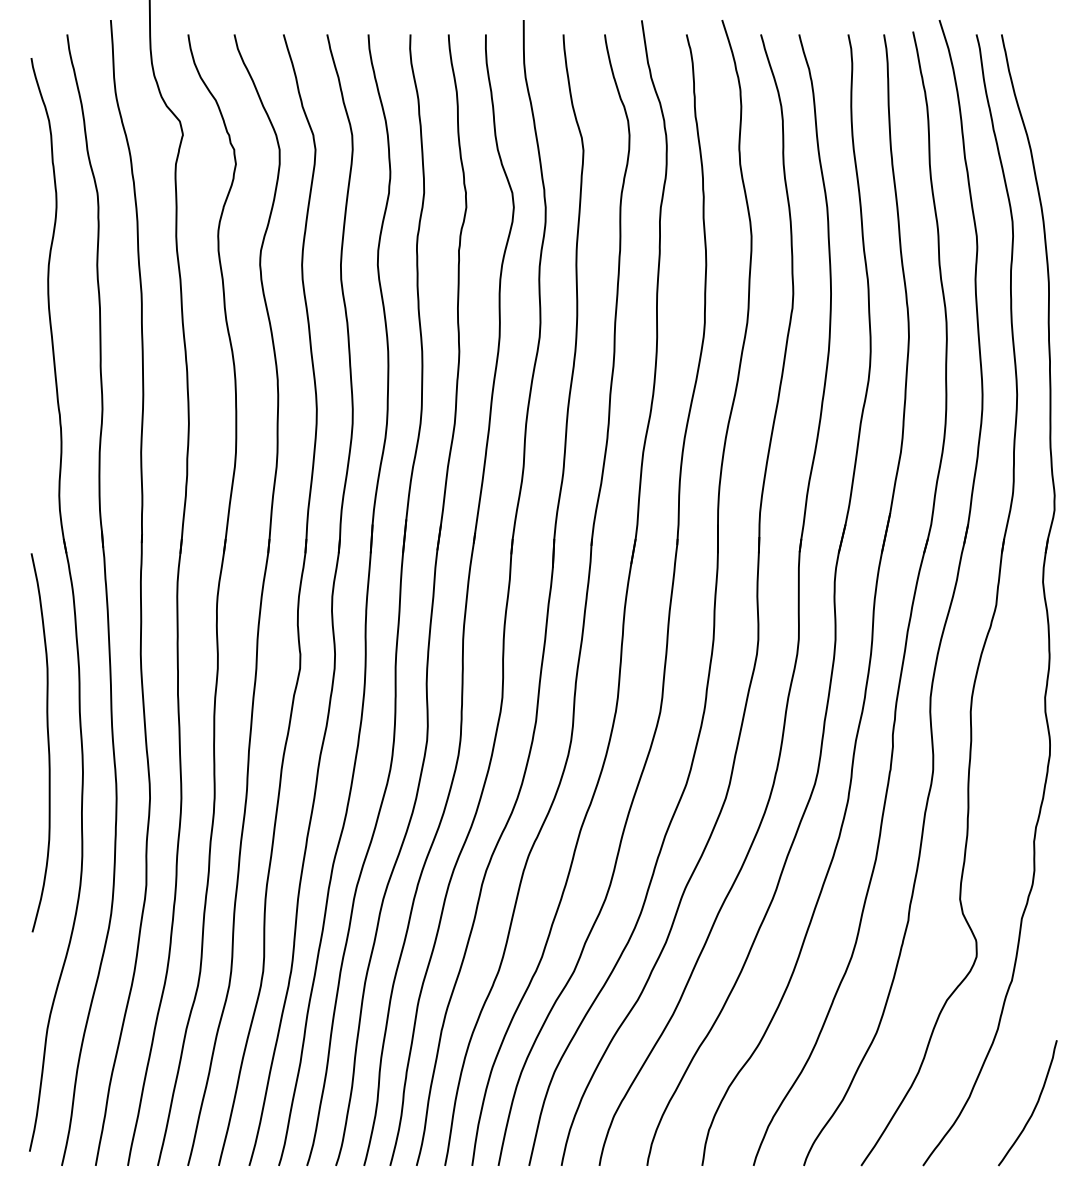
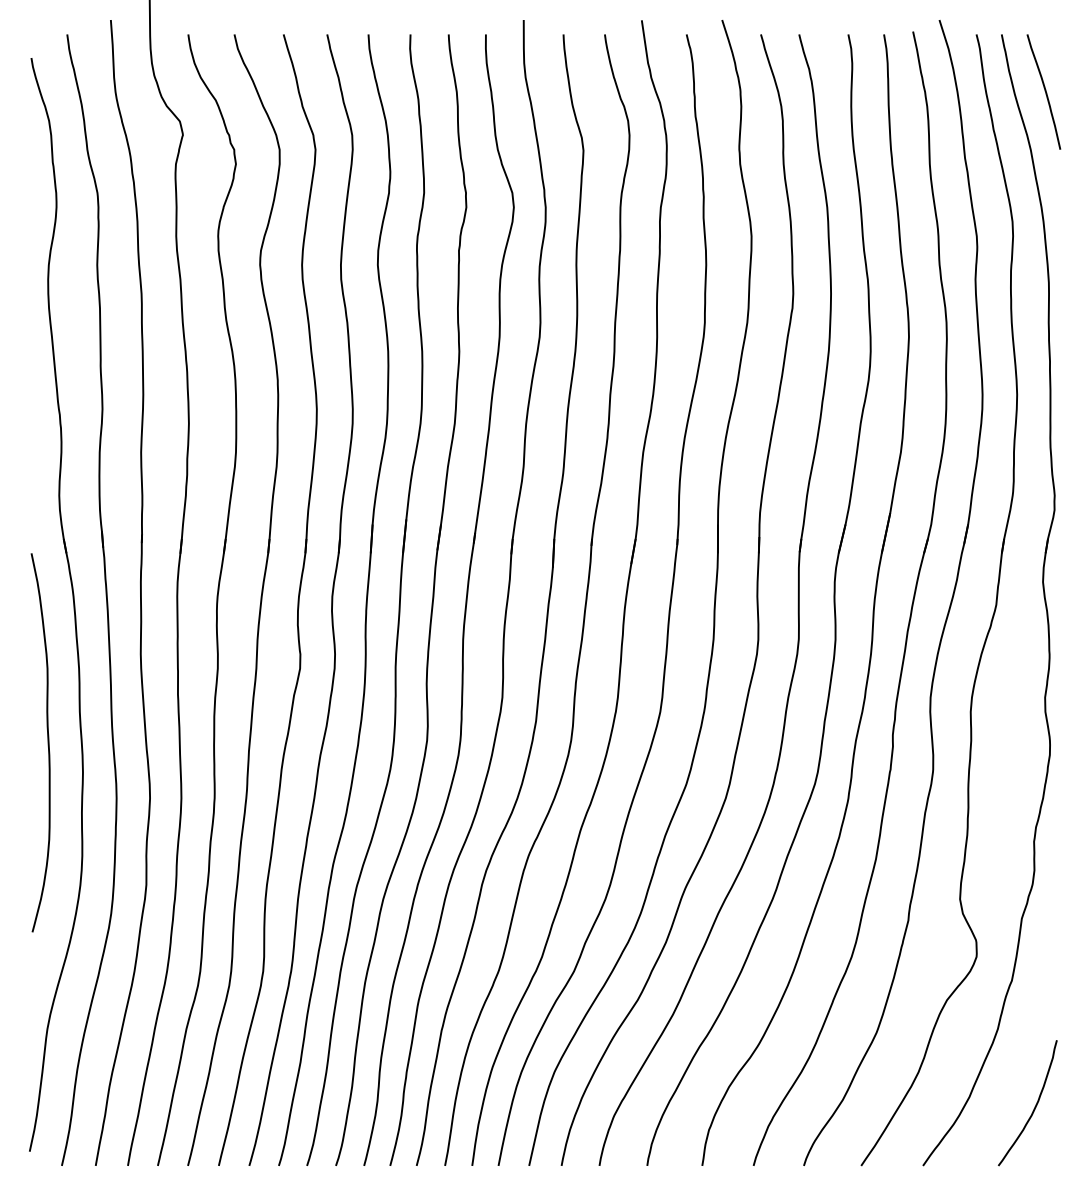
curve at (1044, 91): none -> present
